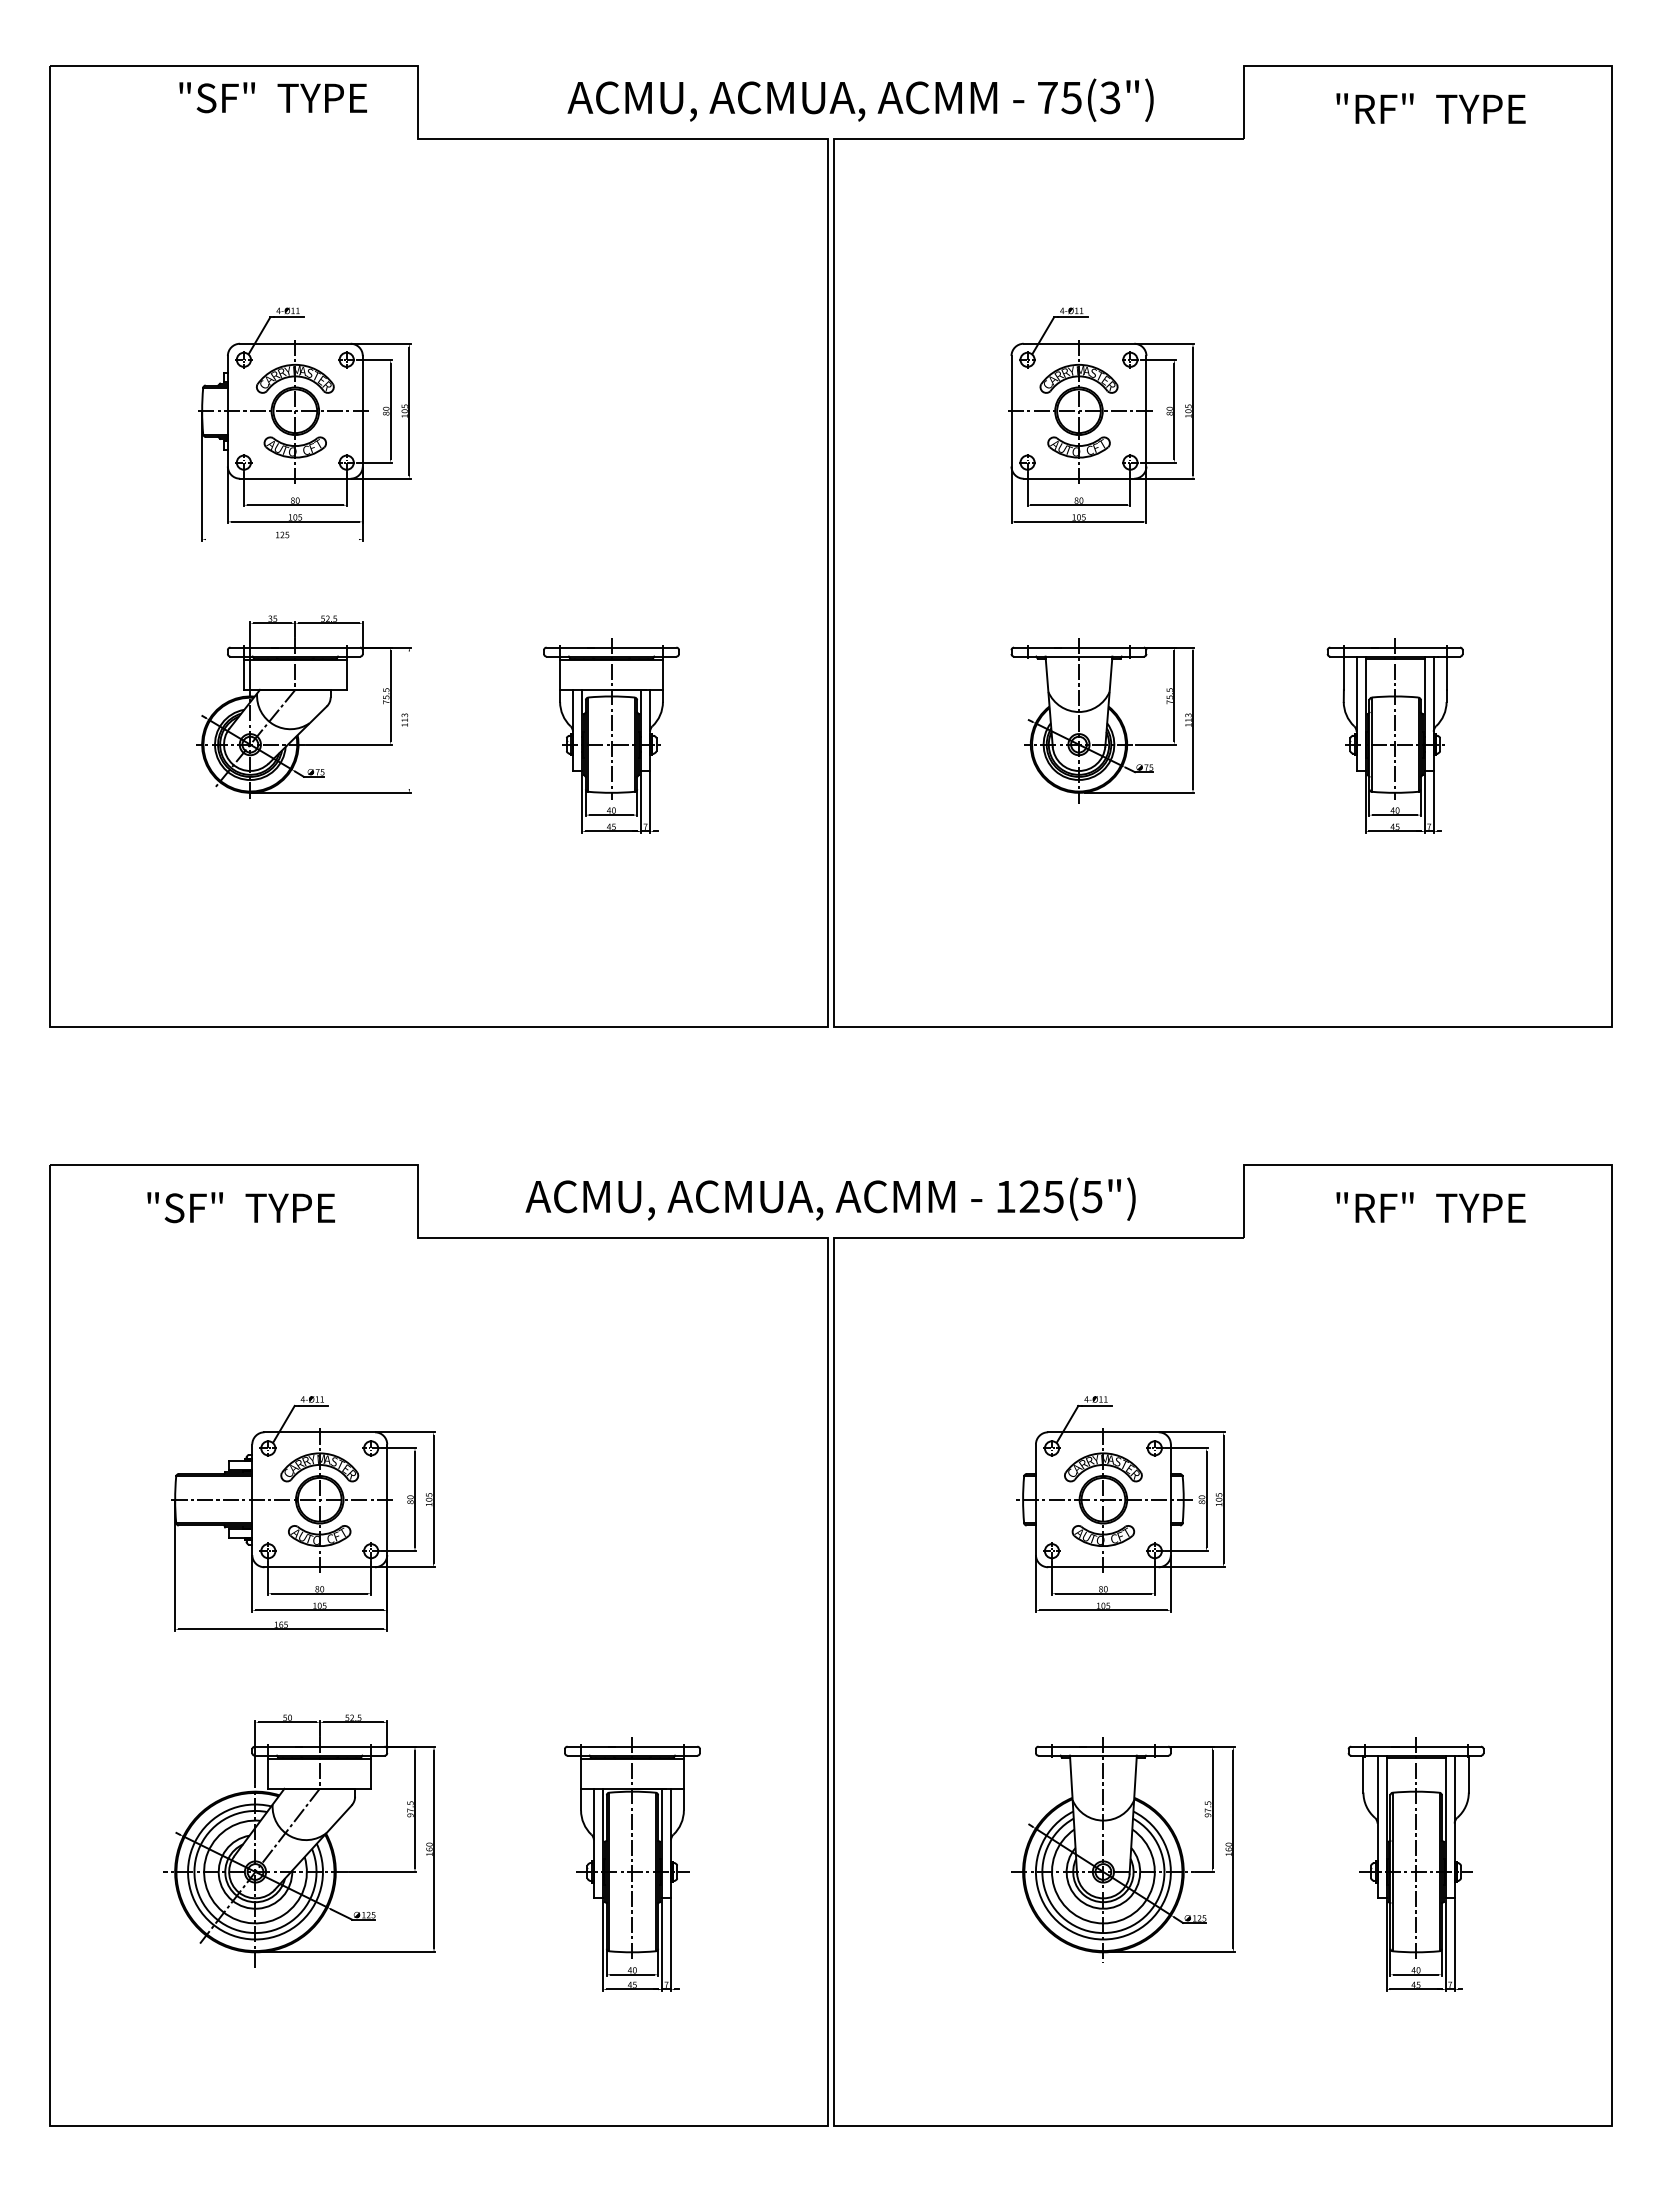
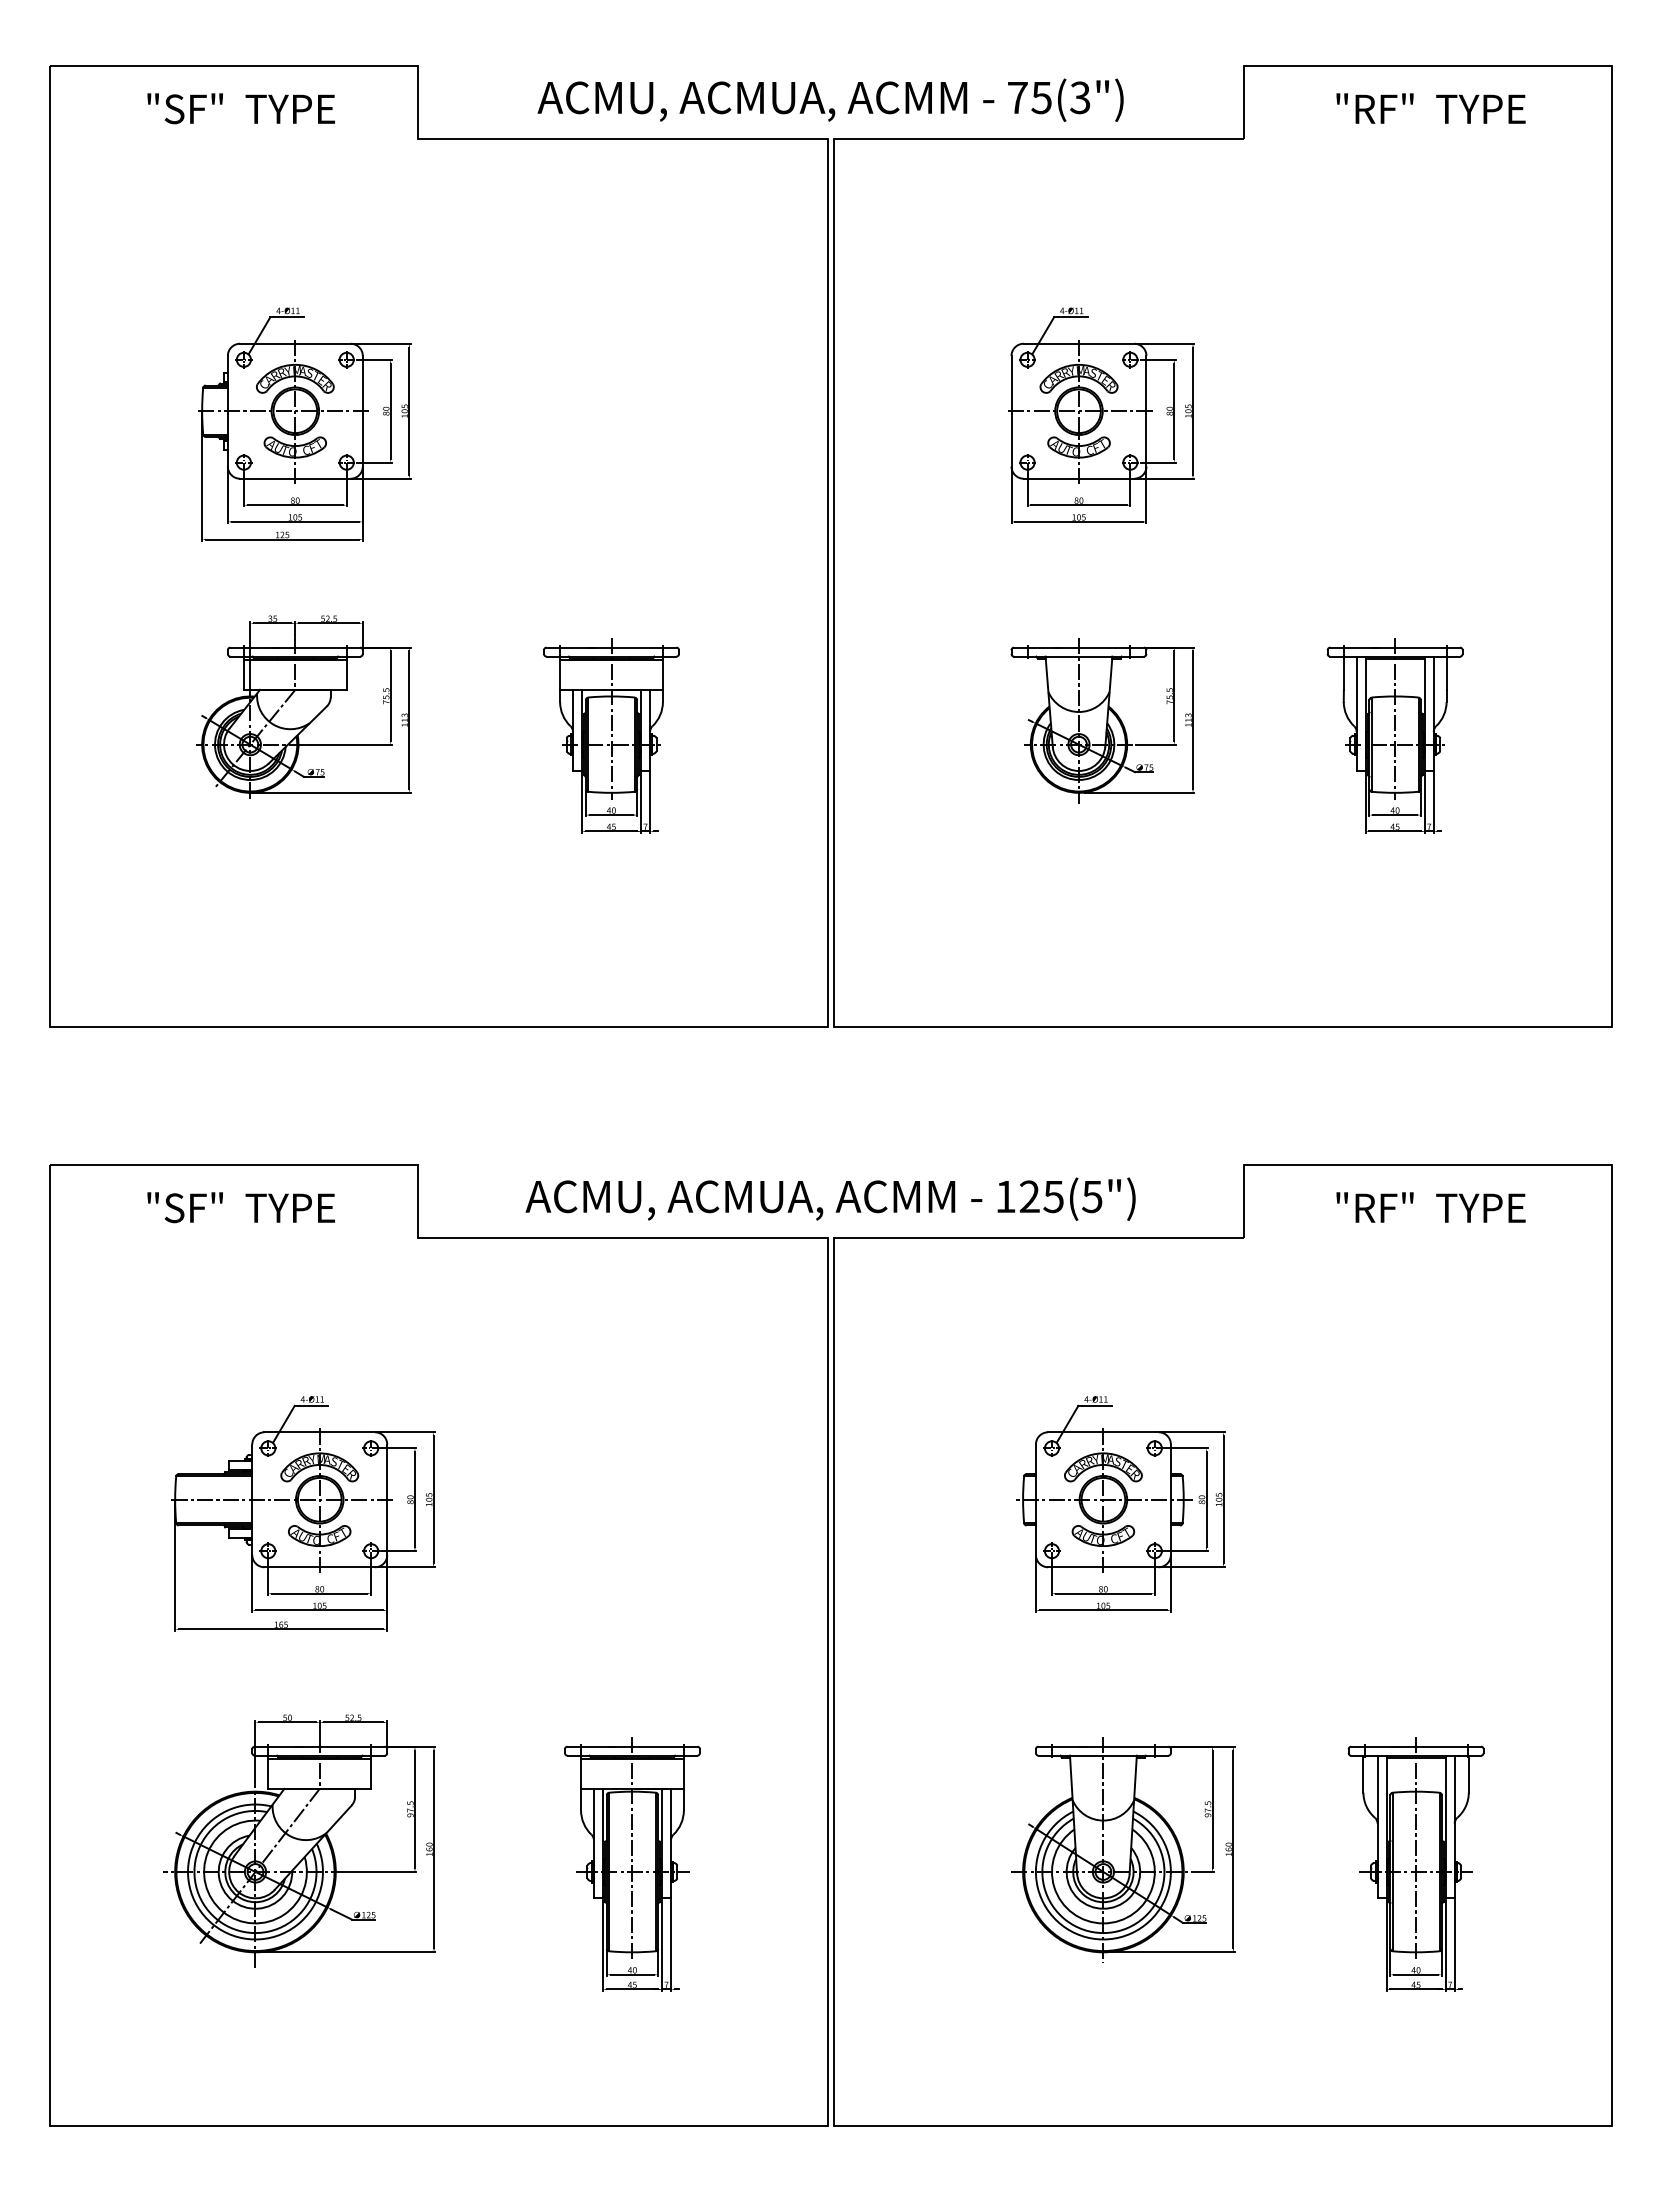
text at (272, 97) position: (272, 97) -> (240, 108)
text at (860, 99) position: (860, 99) -> (830, 99)
line at (282, 539): none -> present
line at (409, 720): none -> present
